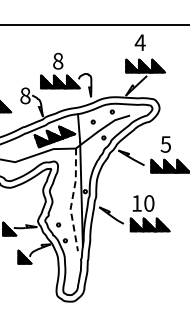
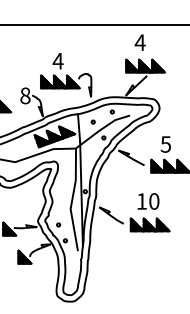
text at (57, 60): 8 -> 4
line at (72, 199): dashed -> solid
text at (143, 203) position: (143, 203) -> (148, 201)
